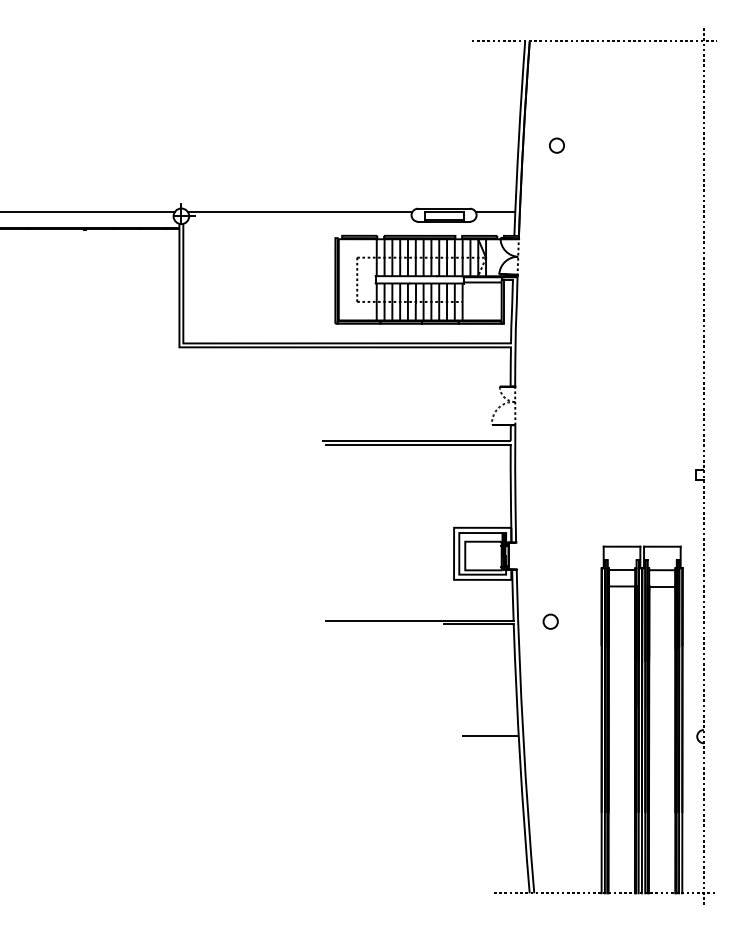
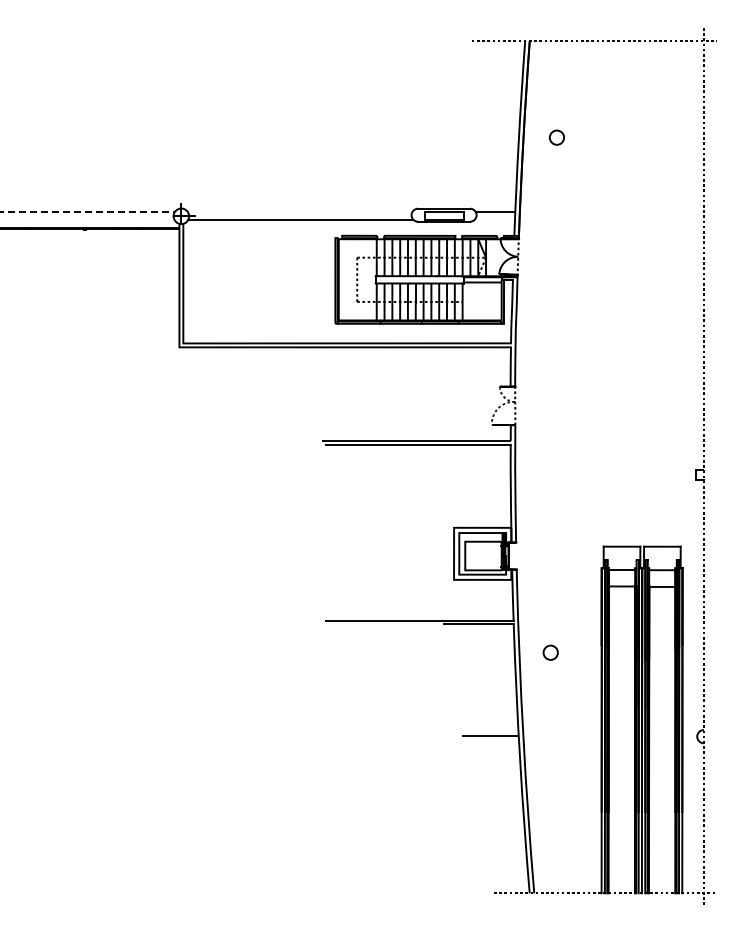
circle at (556, 145) position: (556, 145) -> (556, 137)
line at (87, 212): solid -> dashed
line at (299, 212) position: (299, 212) -> (299, 220)
circle at (550, 621) position: (550, 621) -> (550, 652)
